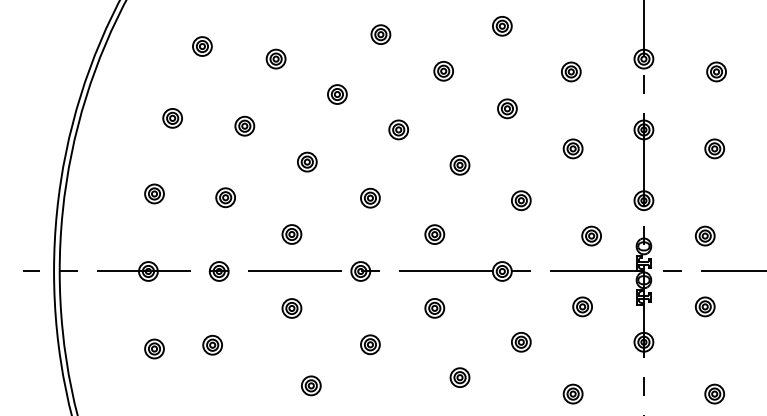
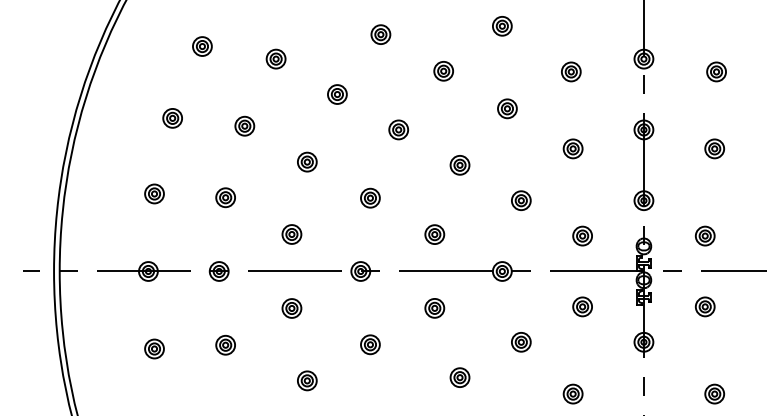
part at (591, 235) position: (591, 235) -> (582, 235)
part at (212, 344) position: (212, 344) -> (225, 344)
part at (311, 385) position: (311, 385) -> (307, 380)
